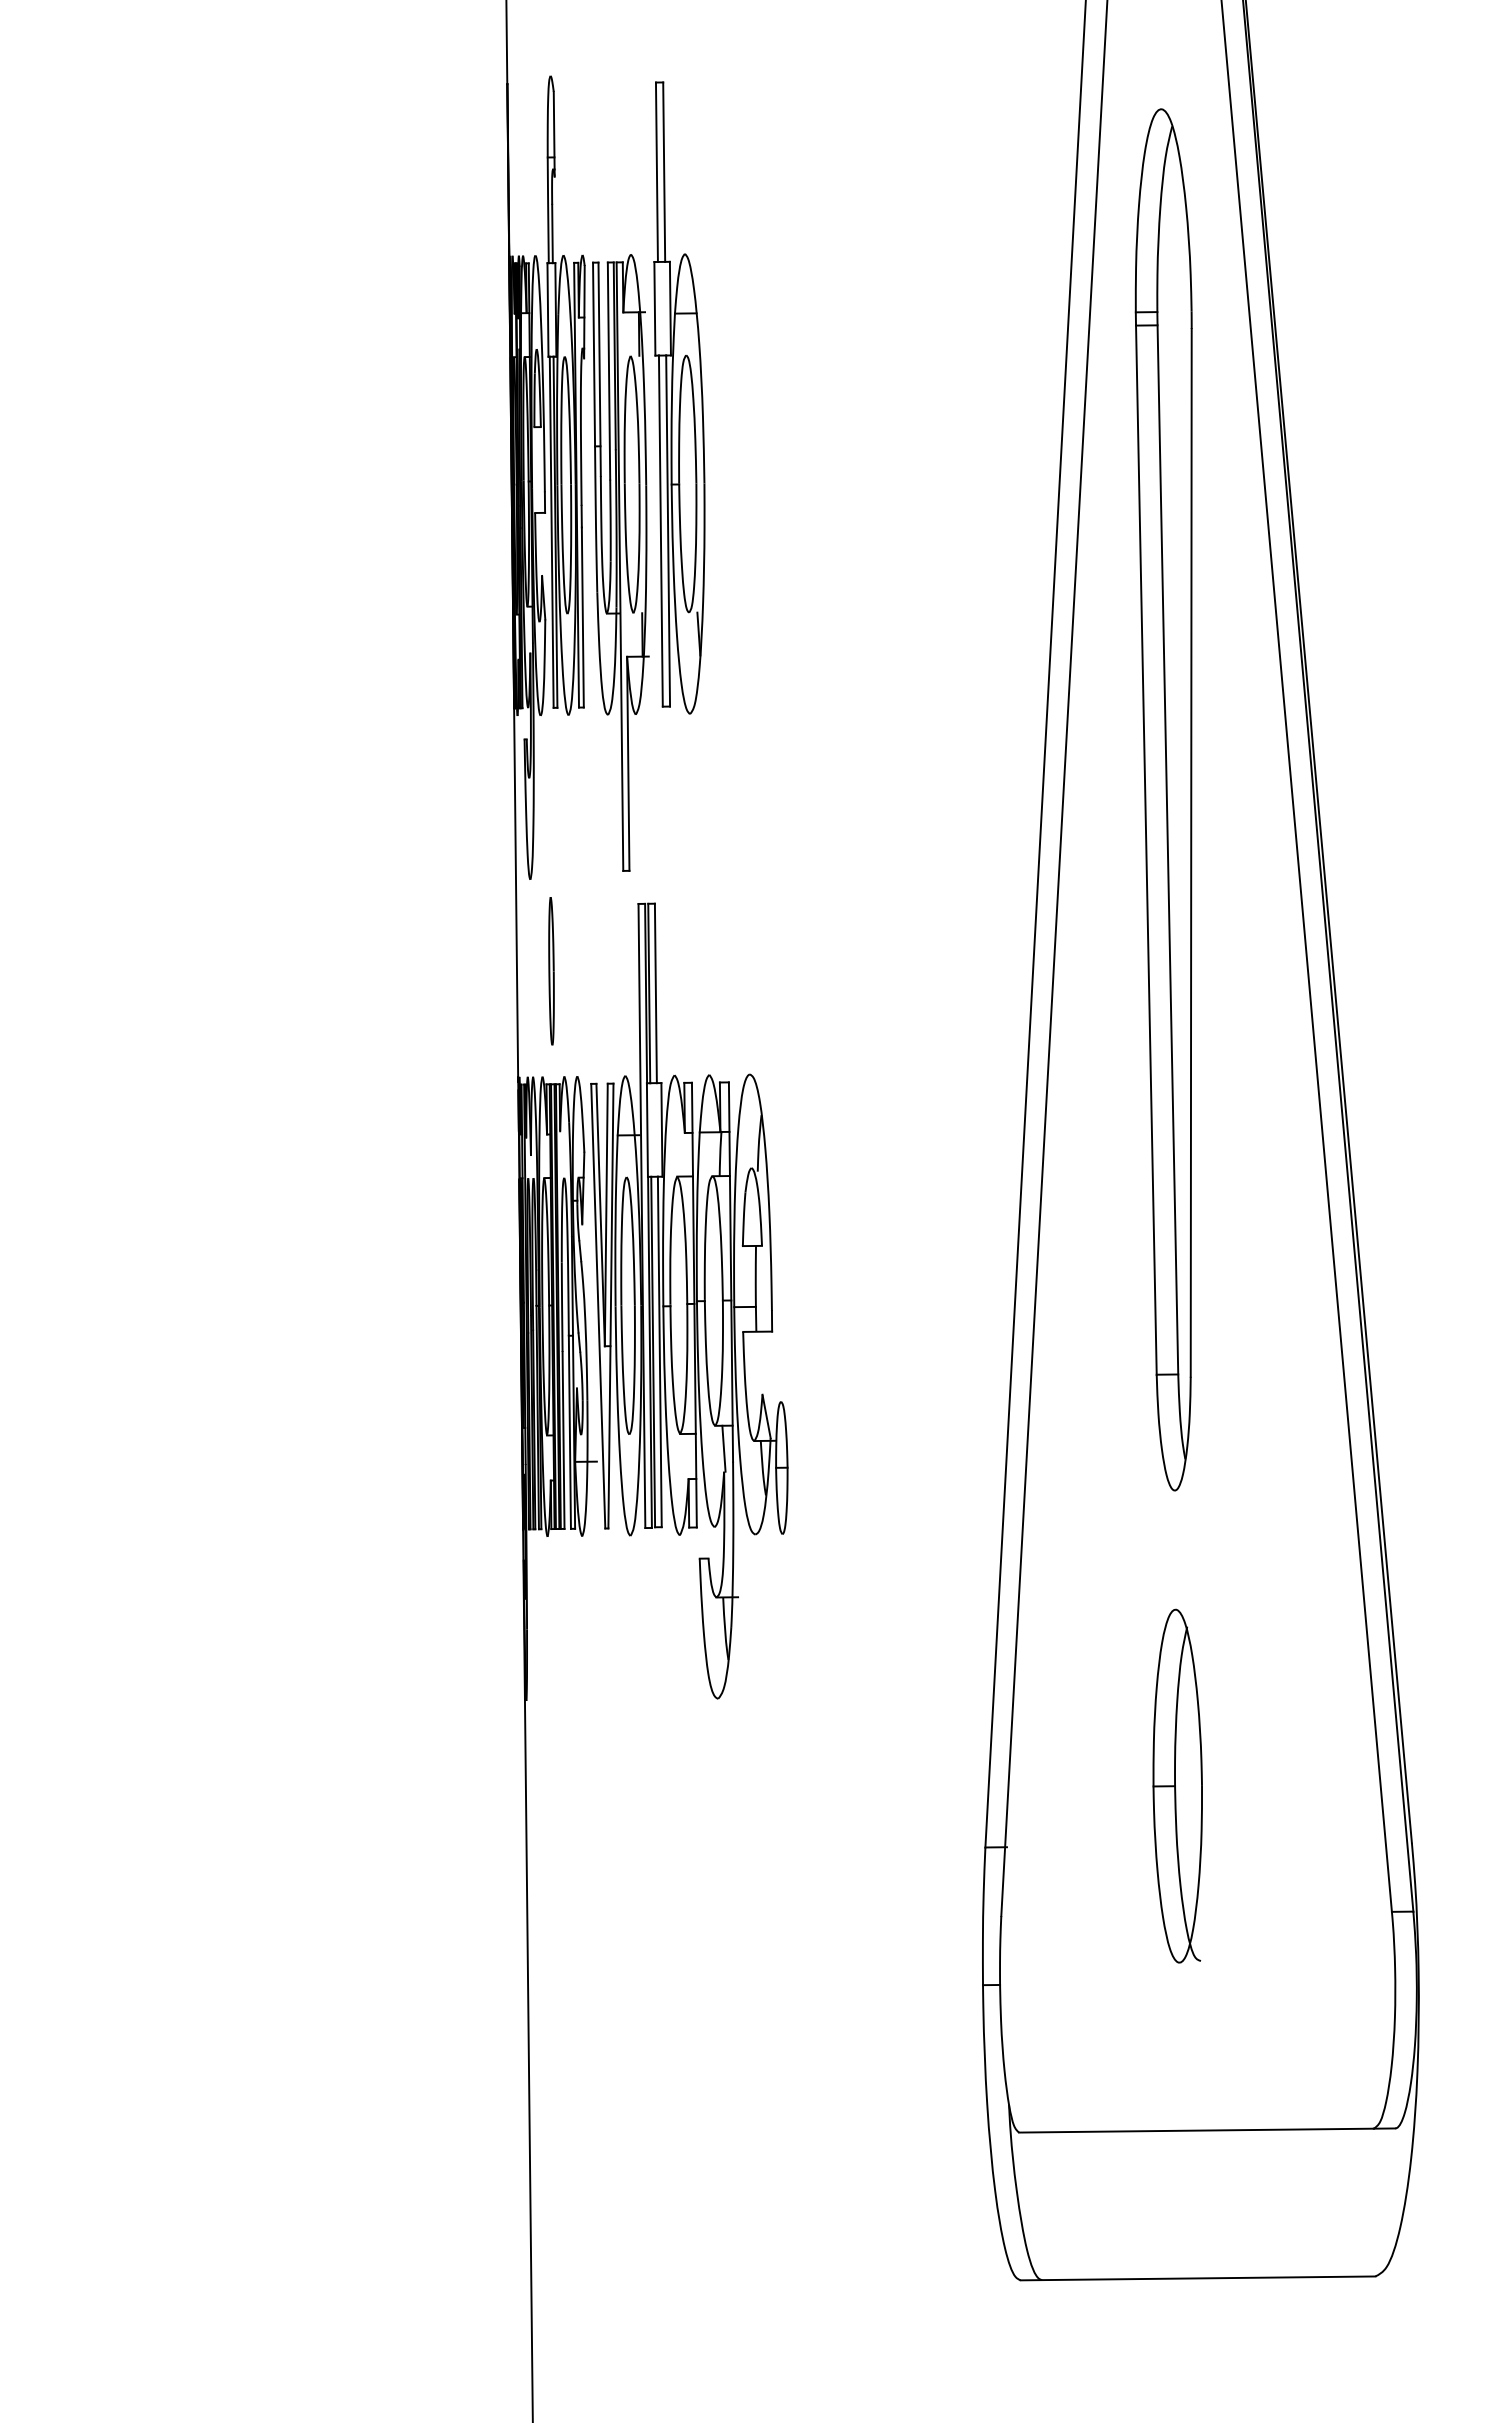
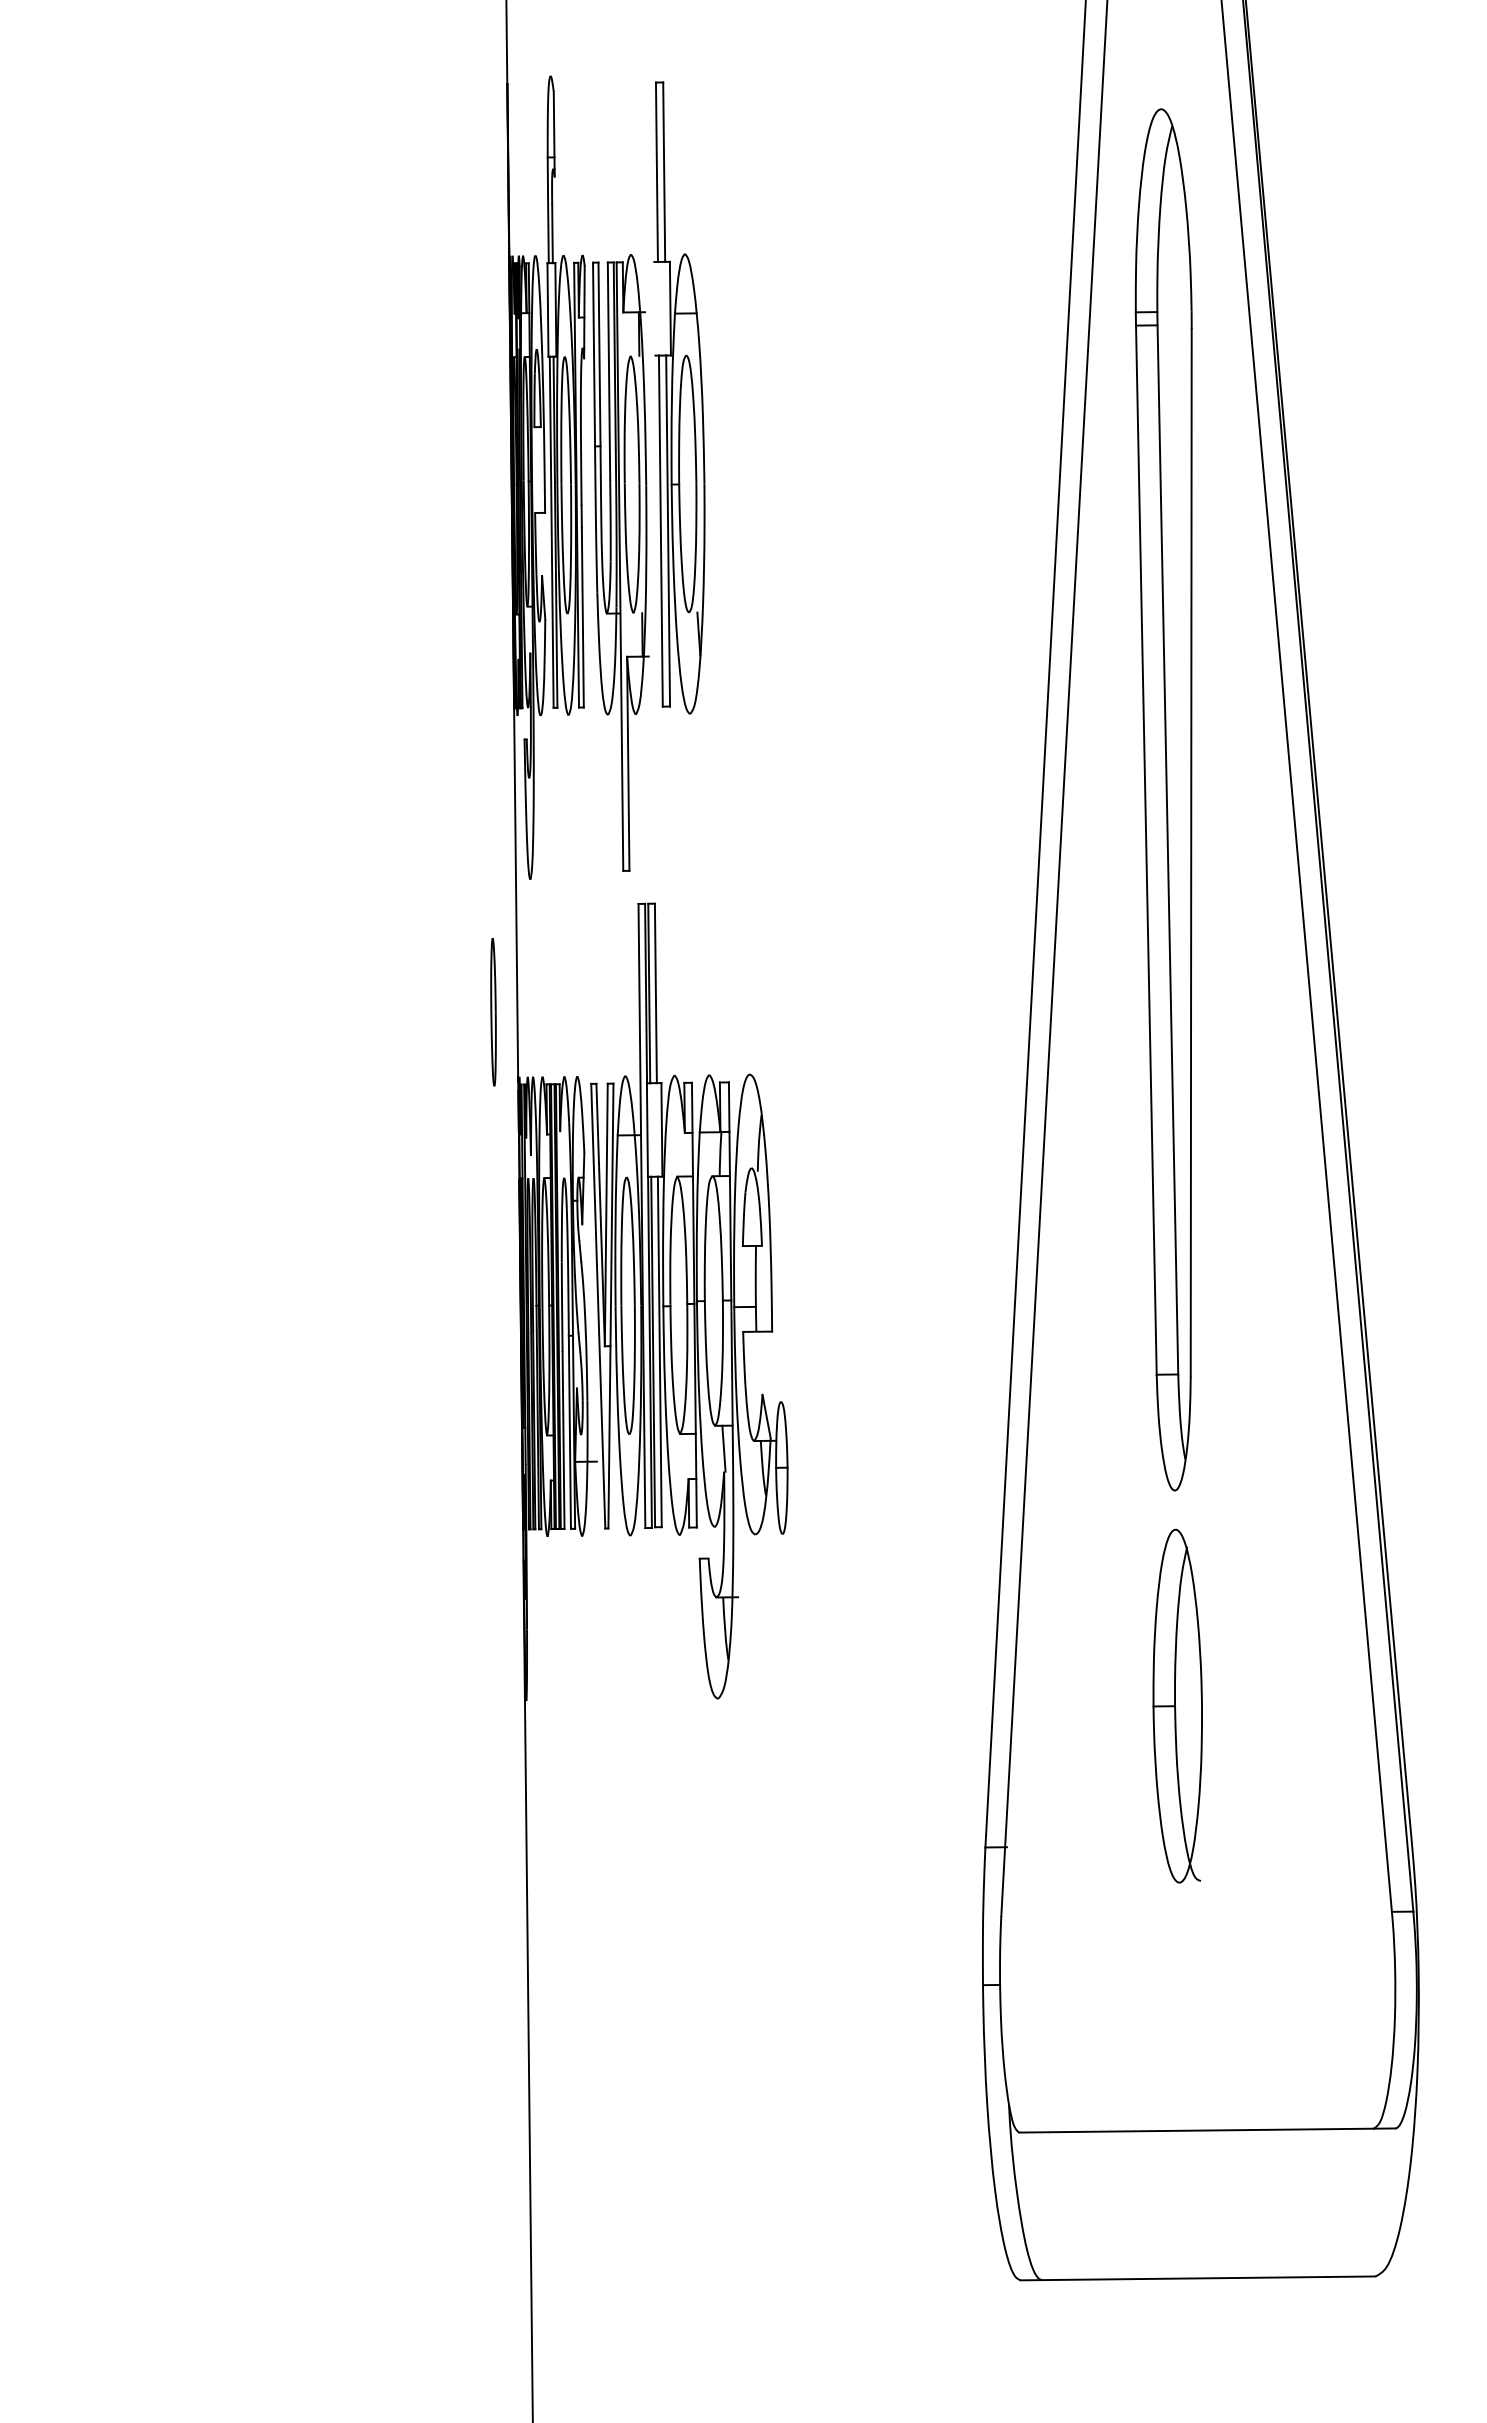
line at (654, 308): present -> none
part at (551, 971) position: (551, 971) -> (493, 1012)
part at (1177, 1785) position: (1177, 1785) -> (1177, 1705)
